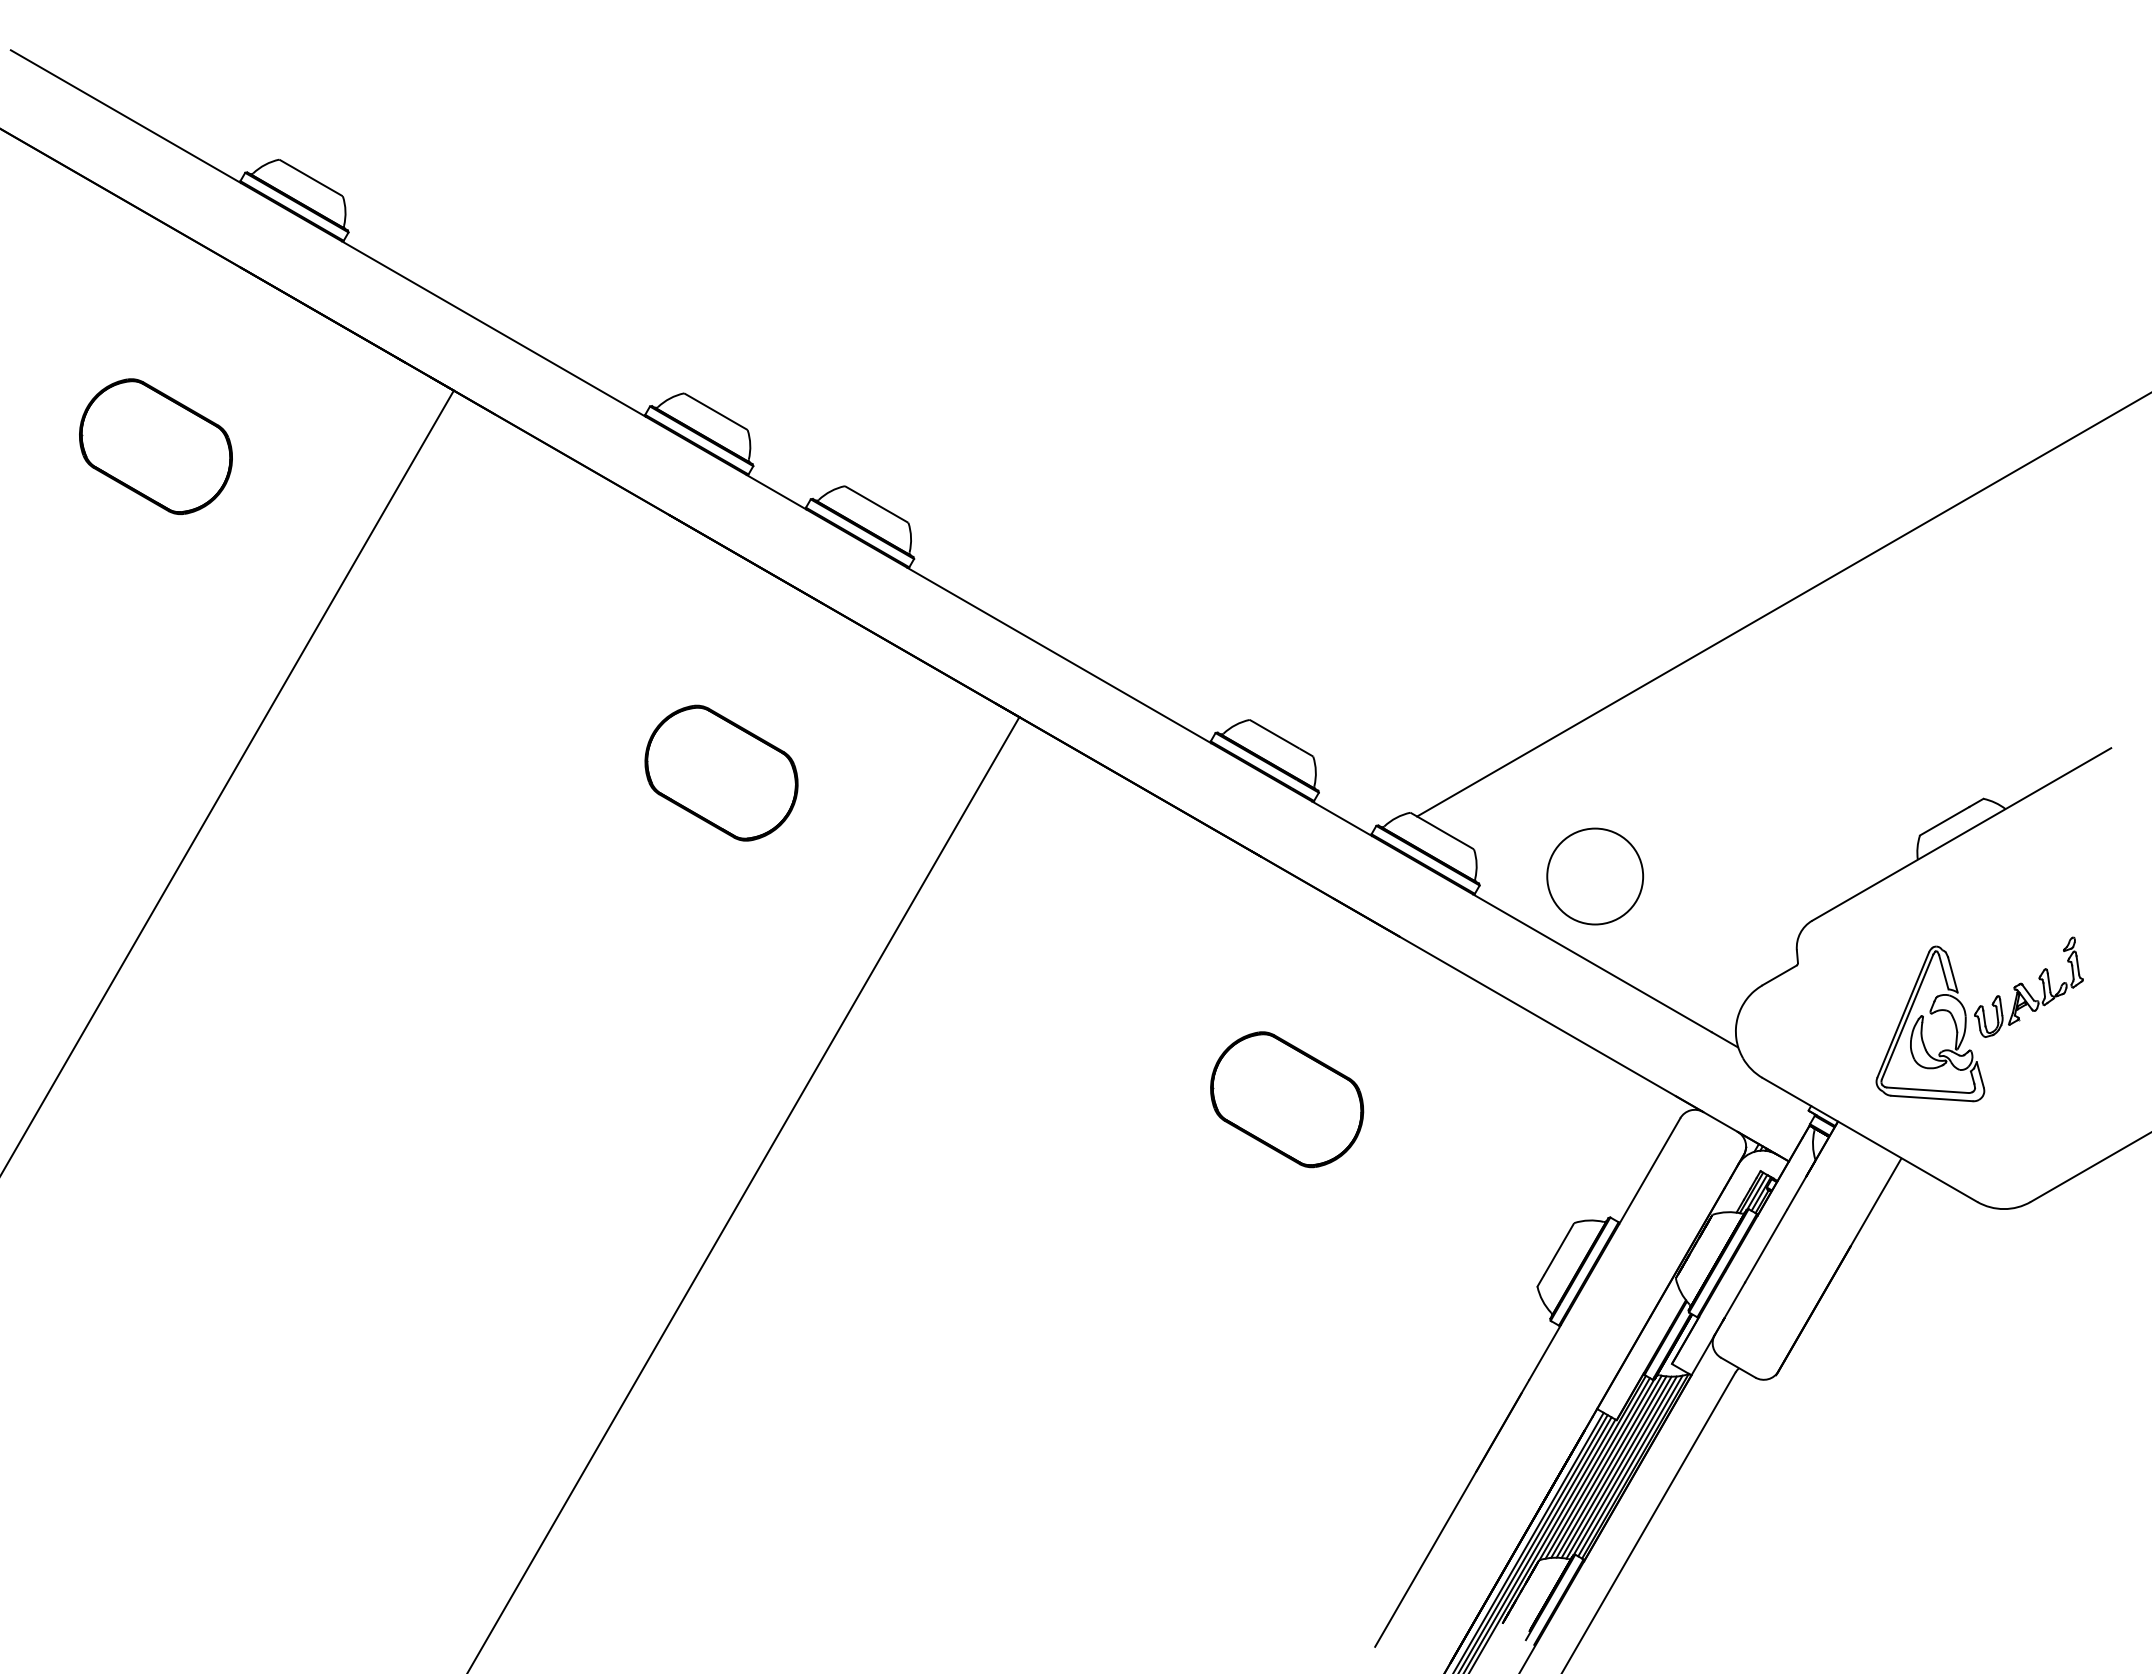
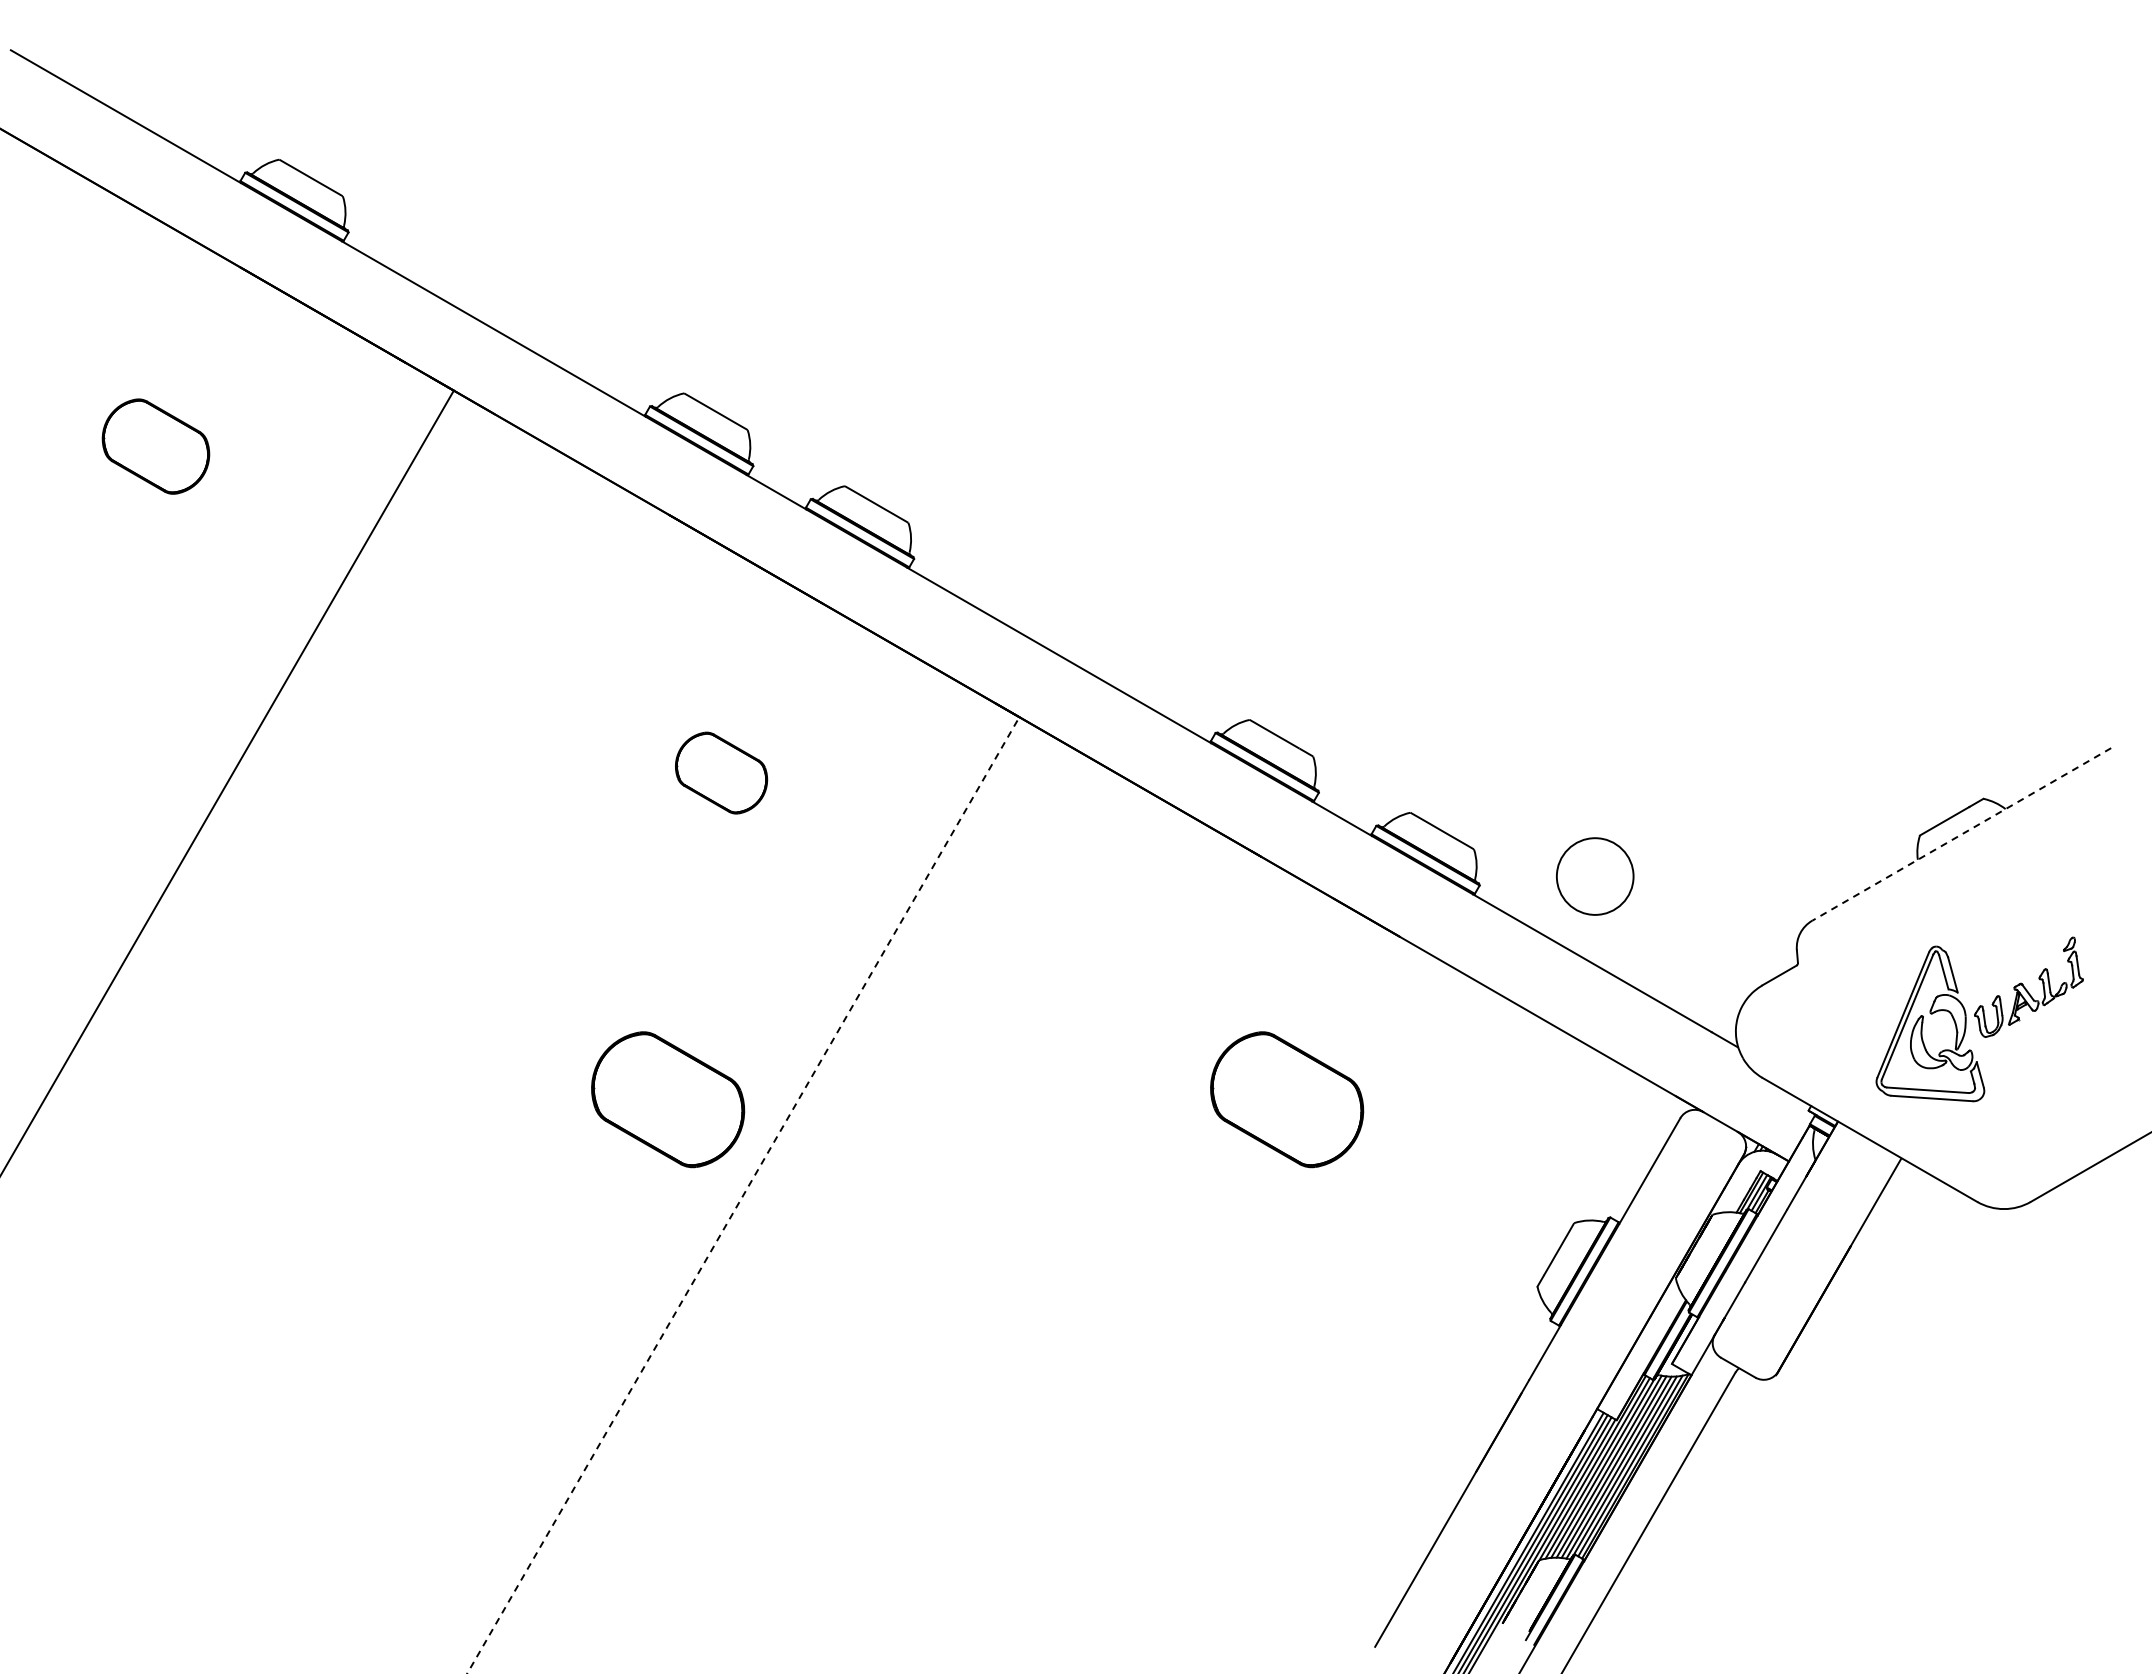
part at (155, 446) size: 154x137 px -> 110x97 px
line at (1782, 605): present -> none
part at (721, 772) size: 155x138 px -> 94x84 px
line at (1961, 834): solid -> dashed
circle at (1595, 876) diameter: 96 px -> 77 px
part at (668, 1099): none -> present
line at (743, 1195): solid -> dashed
